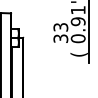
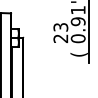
text at (61, 38): 33 -> 23
